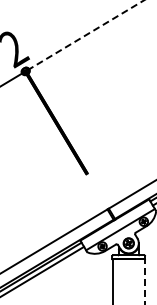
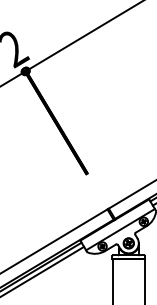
line at (85, 35): dashed -> solid
line at (145, 281): dashed -> solid
